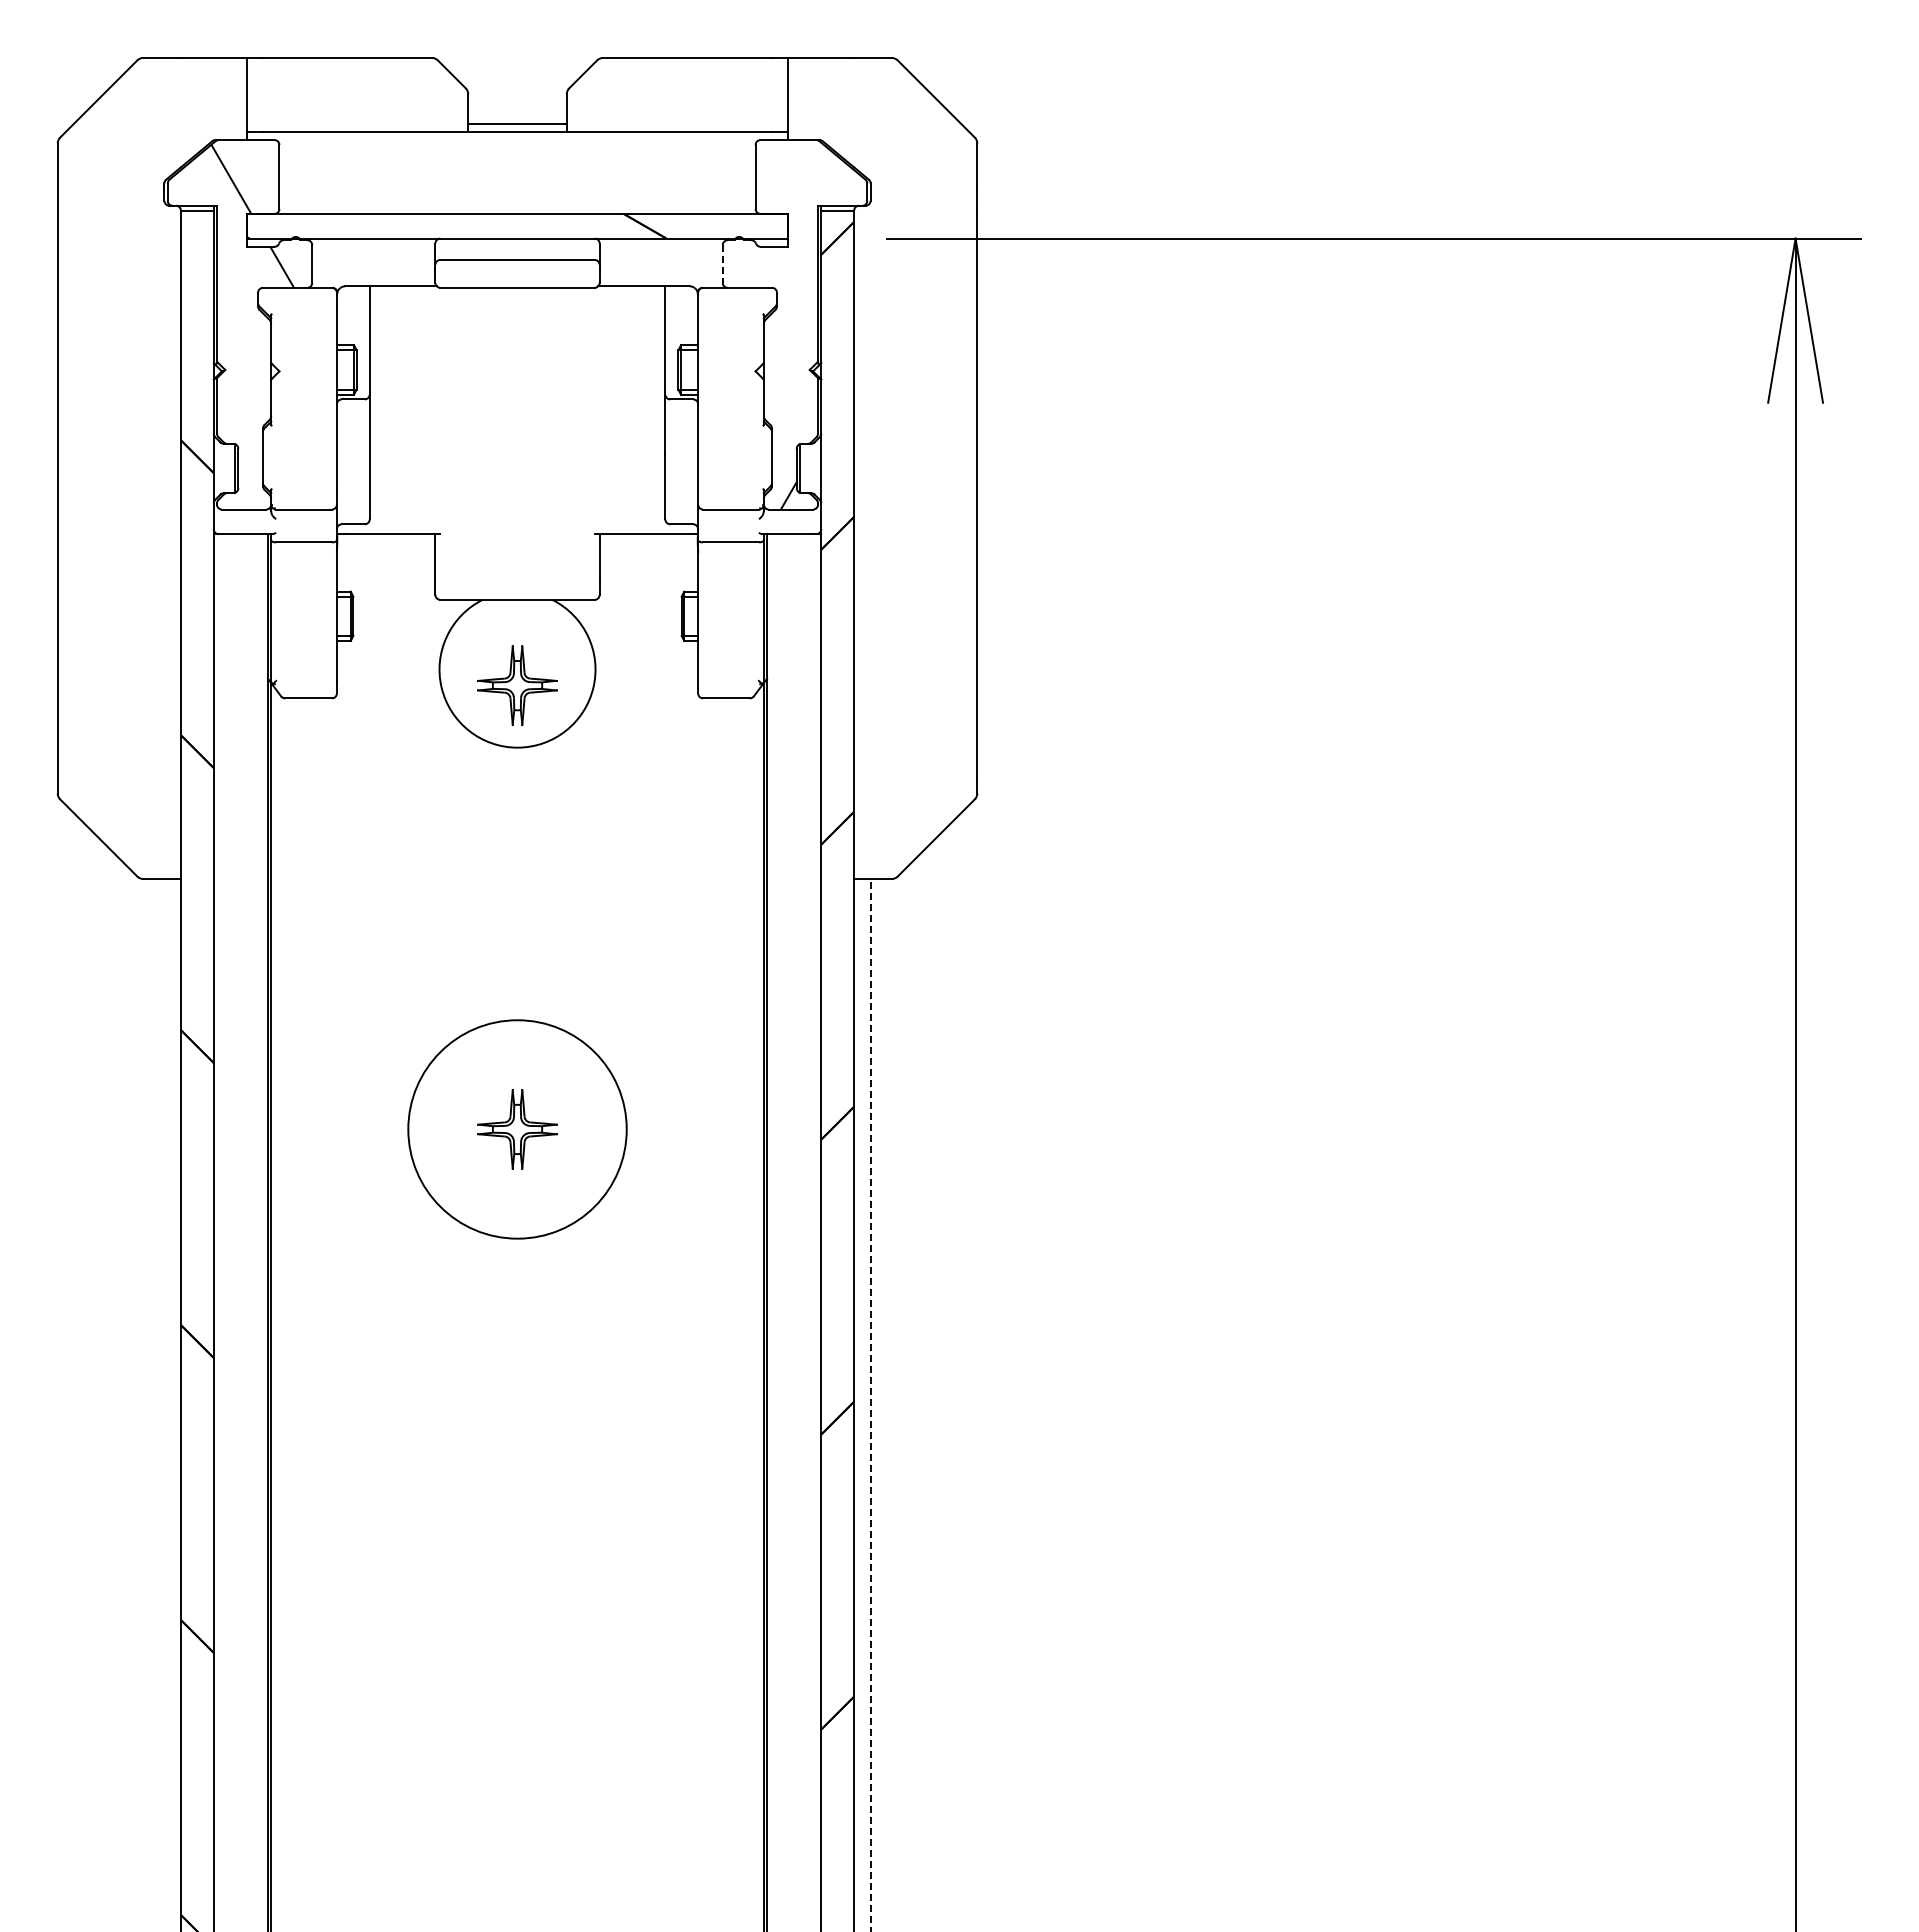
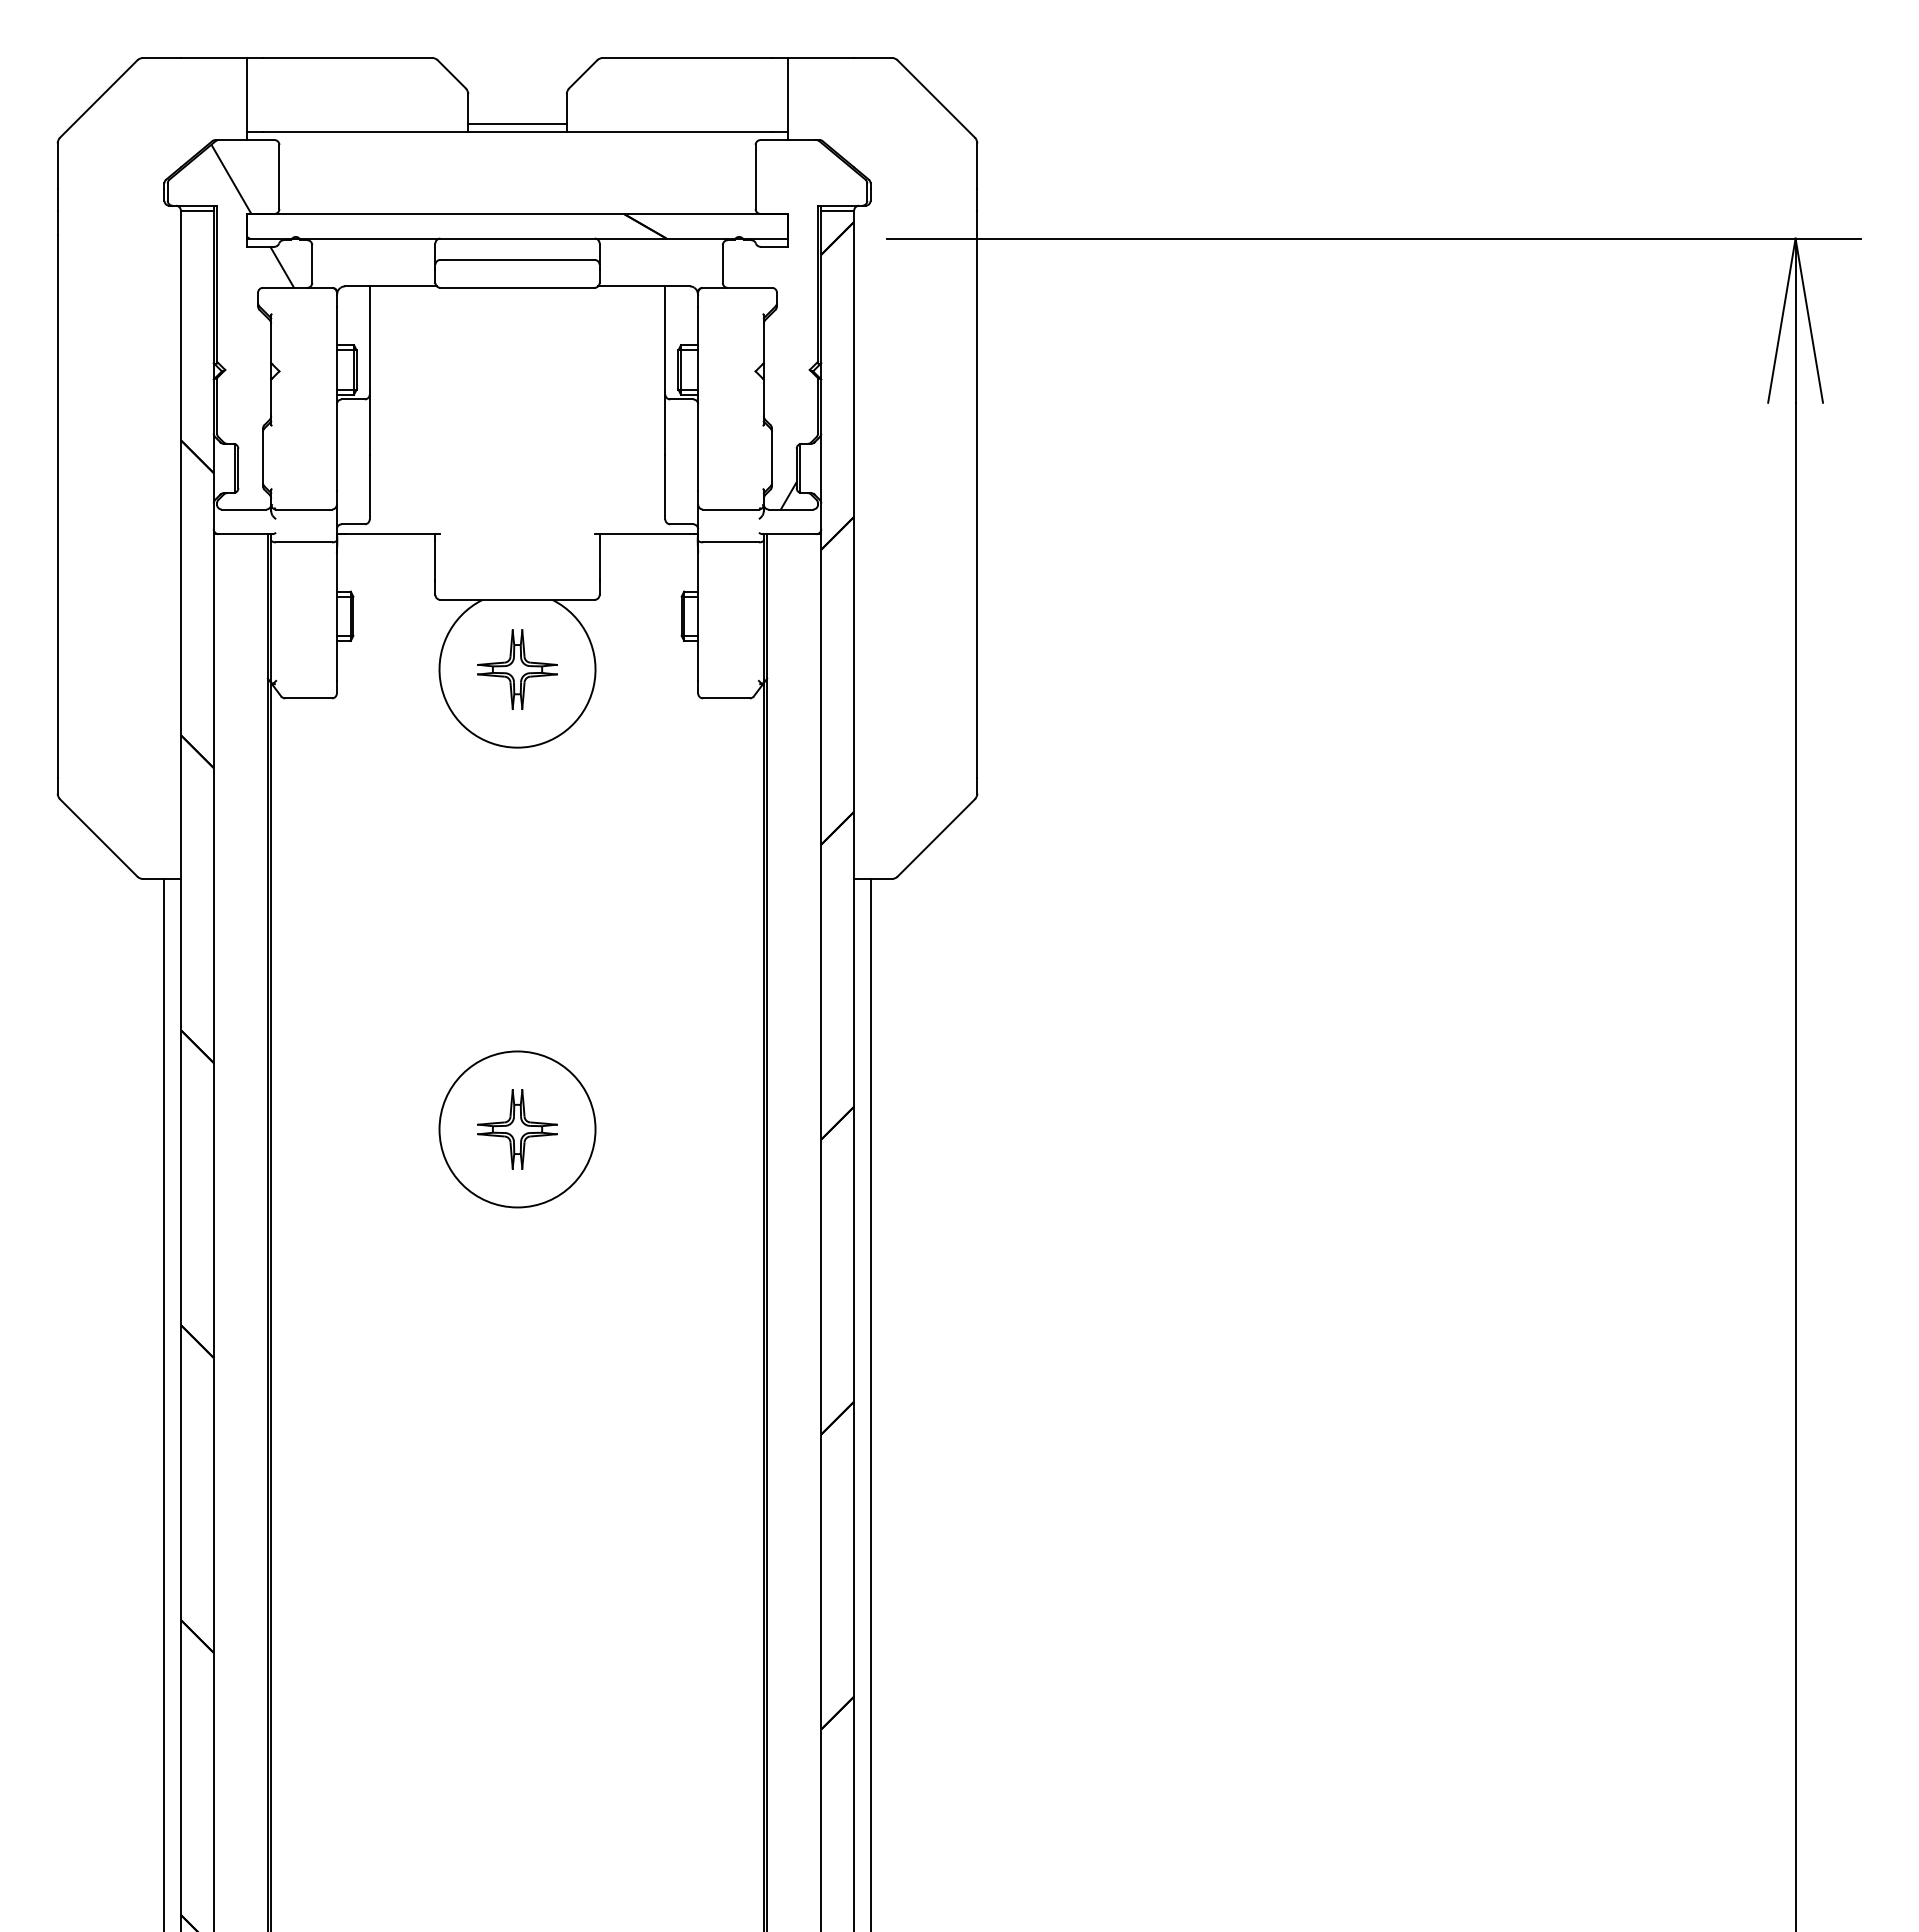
line at (722, 264): dashed -> solid
part at (517, 685) position: (517, 685) -> (517, 669)
circle at (517, 1129) diameter: 218 px -> 156 px
line at (164, 1403): none -> present
line at (870, 1404): dashed -> solid
